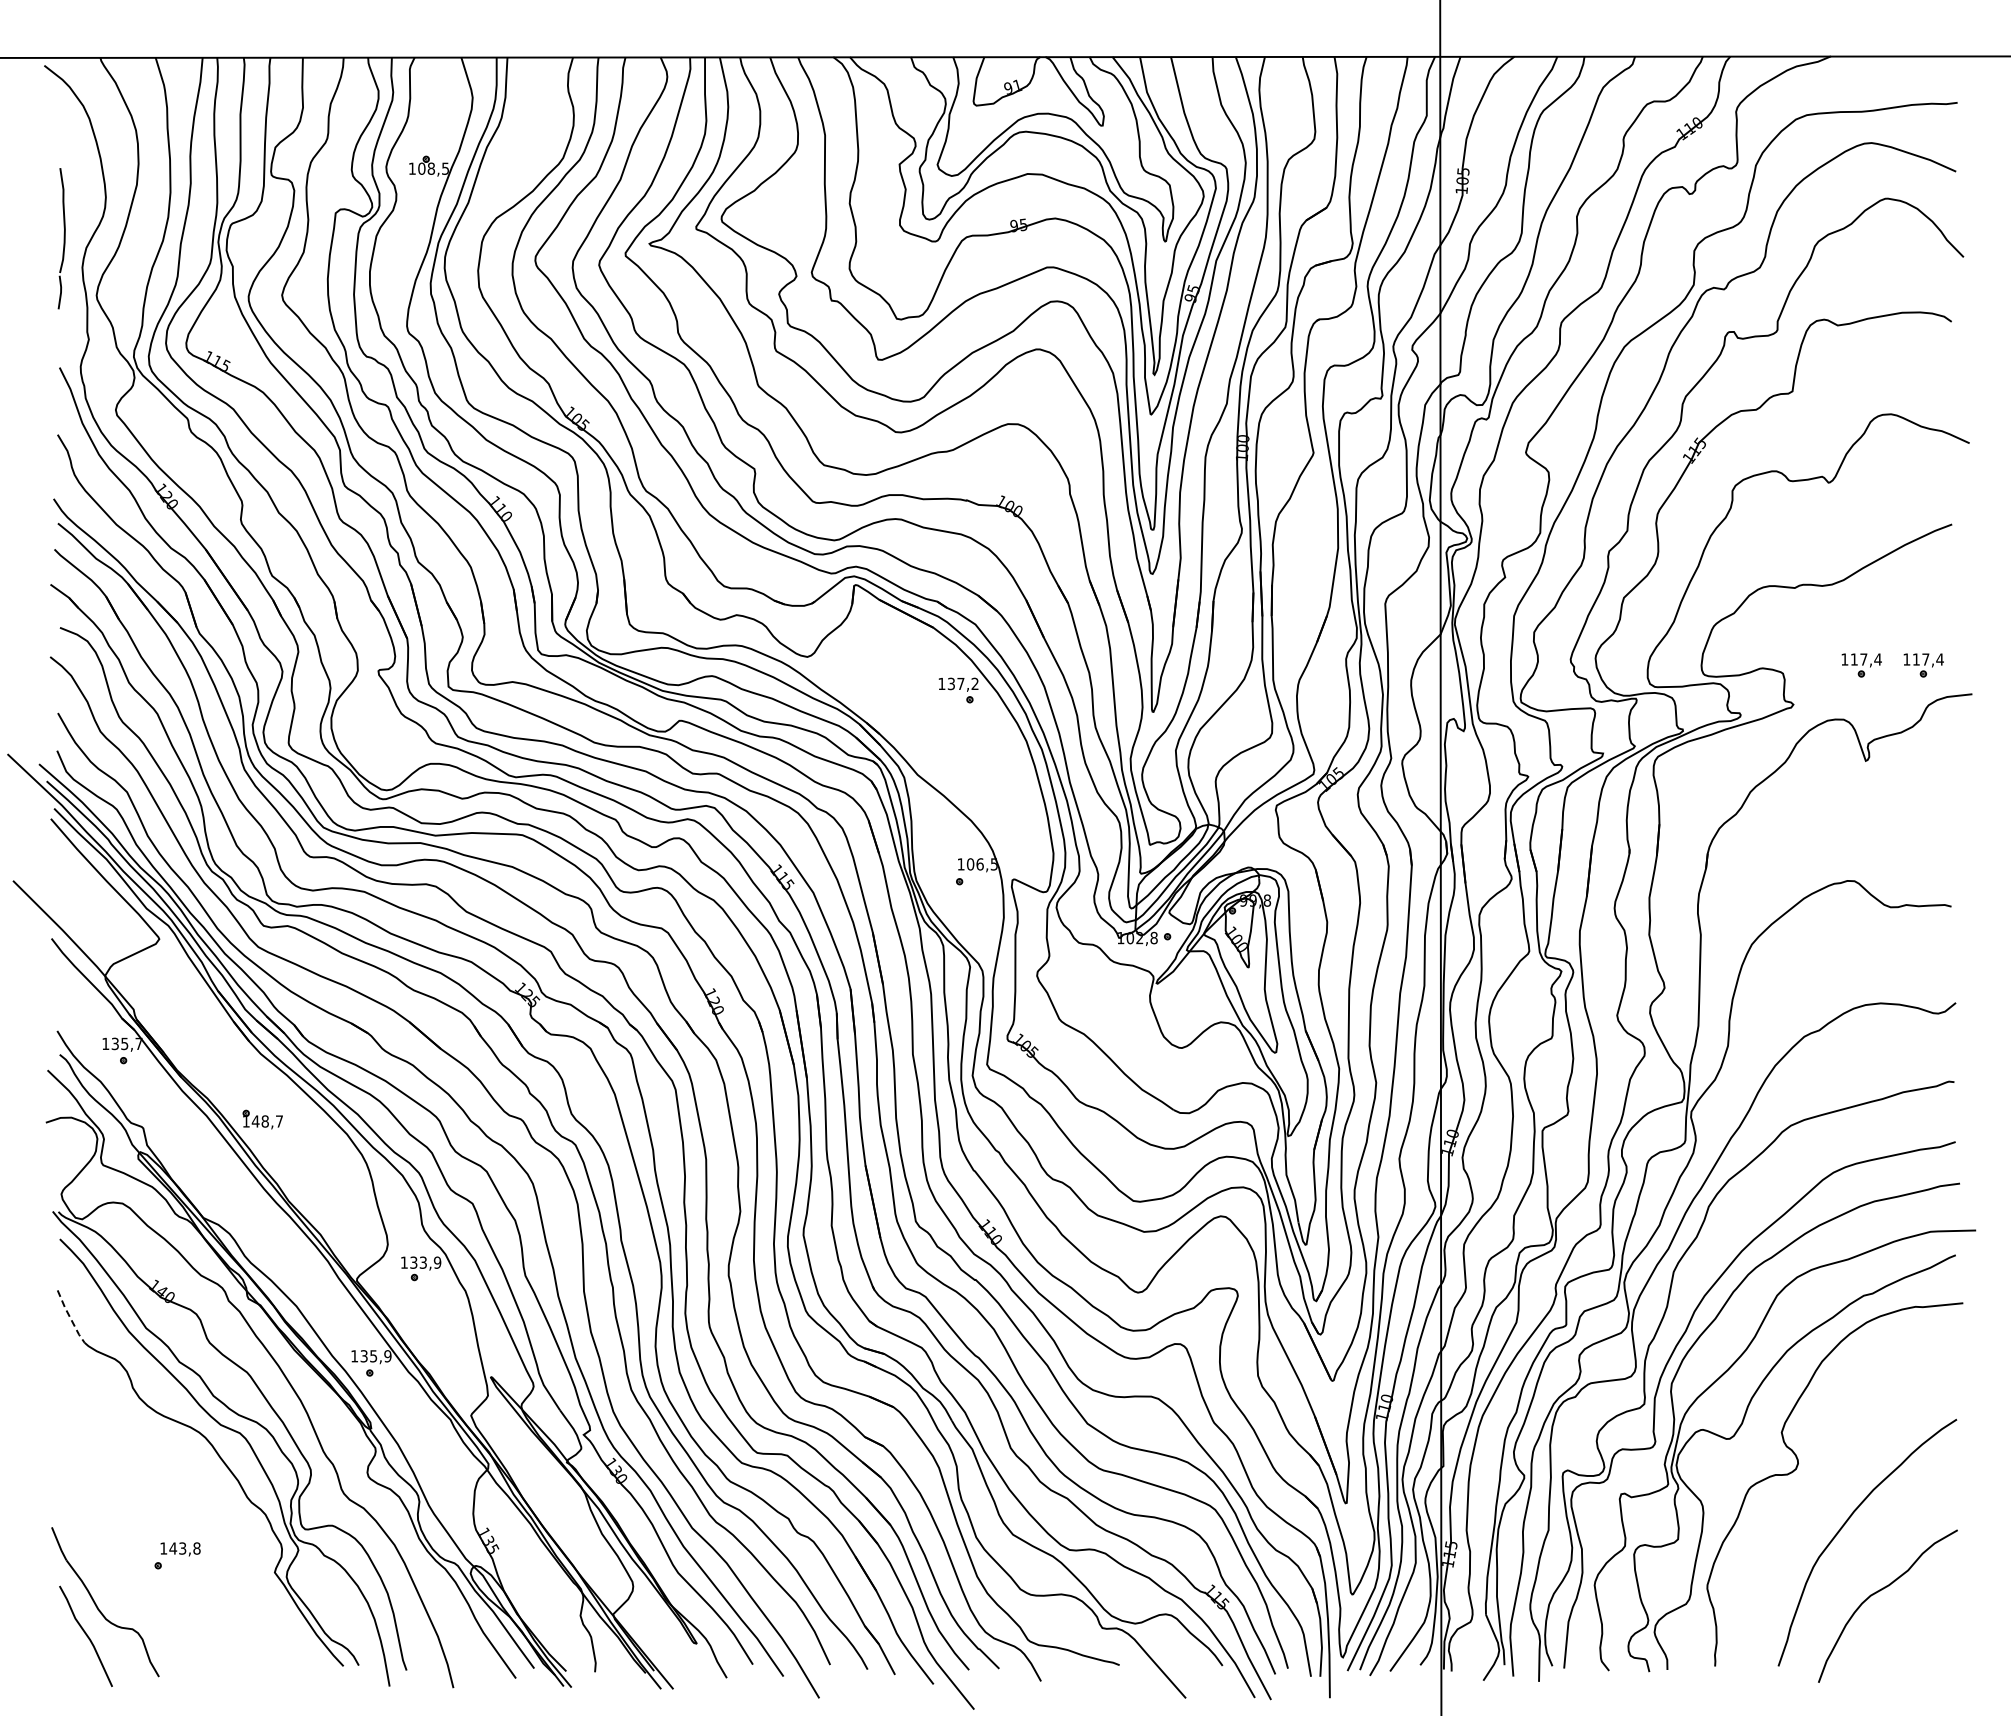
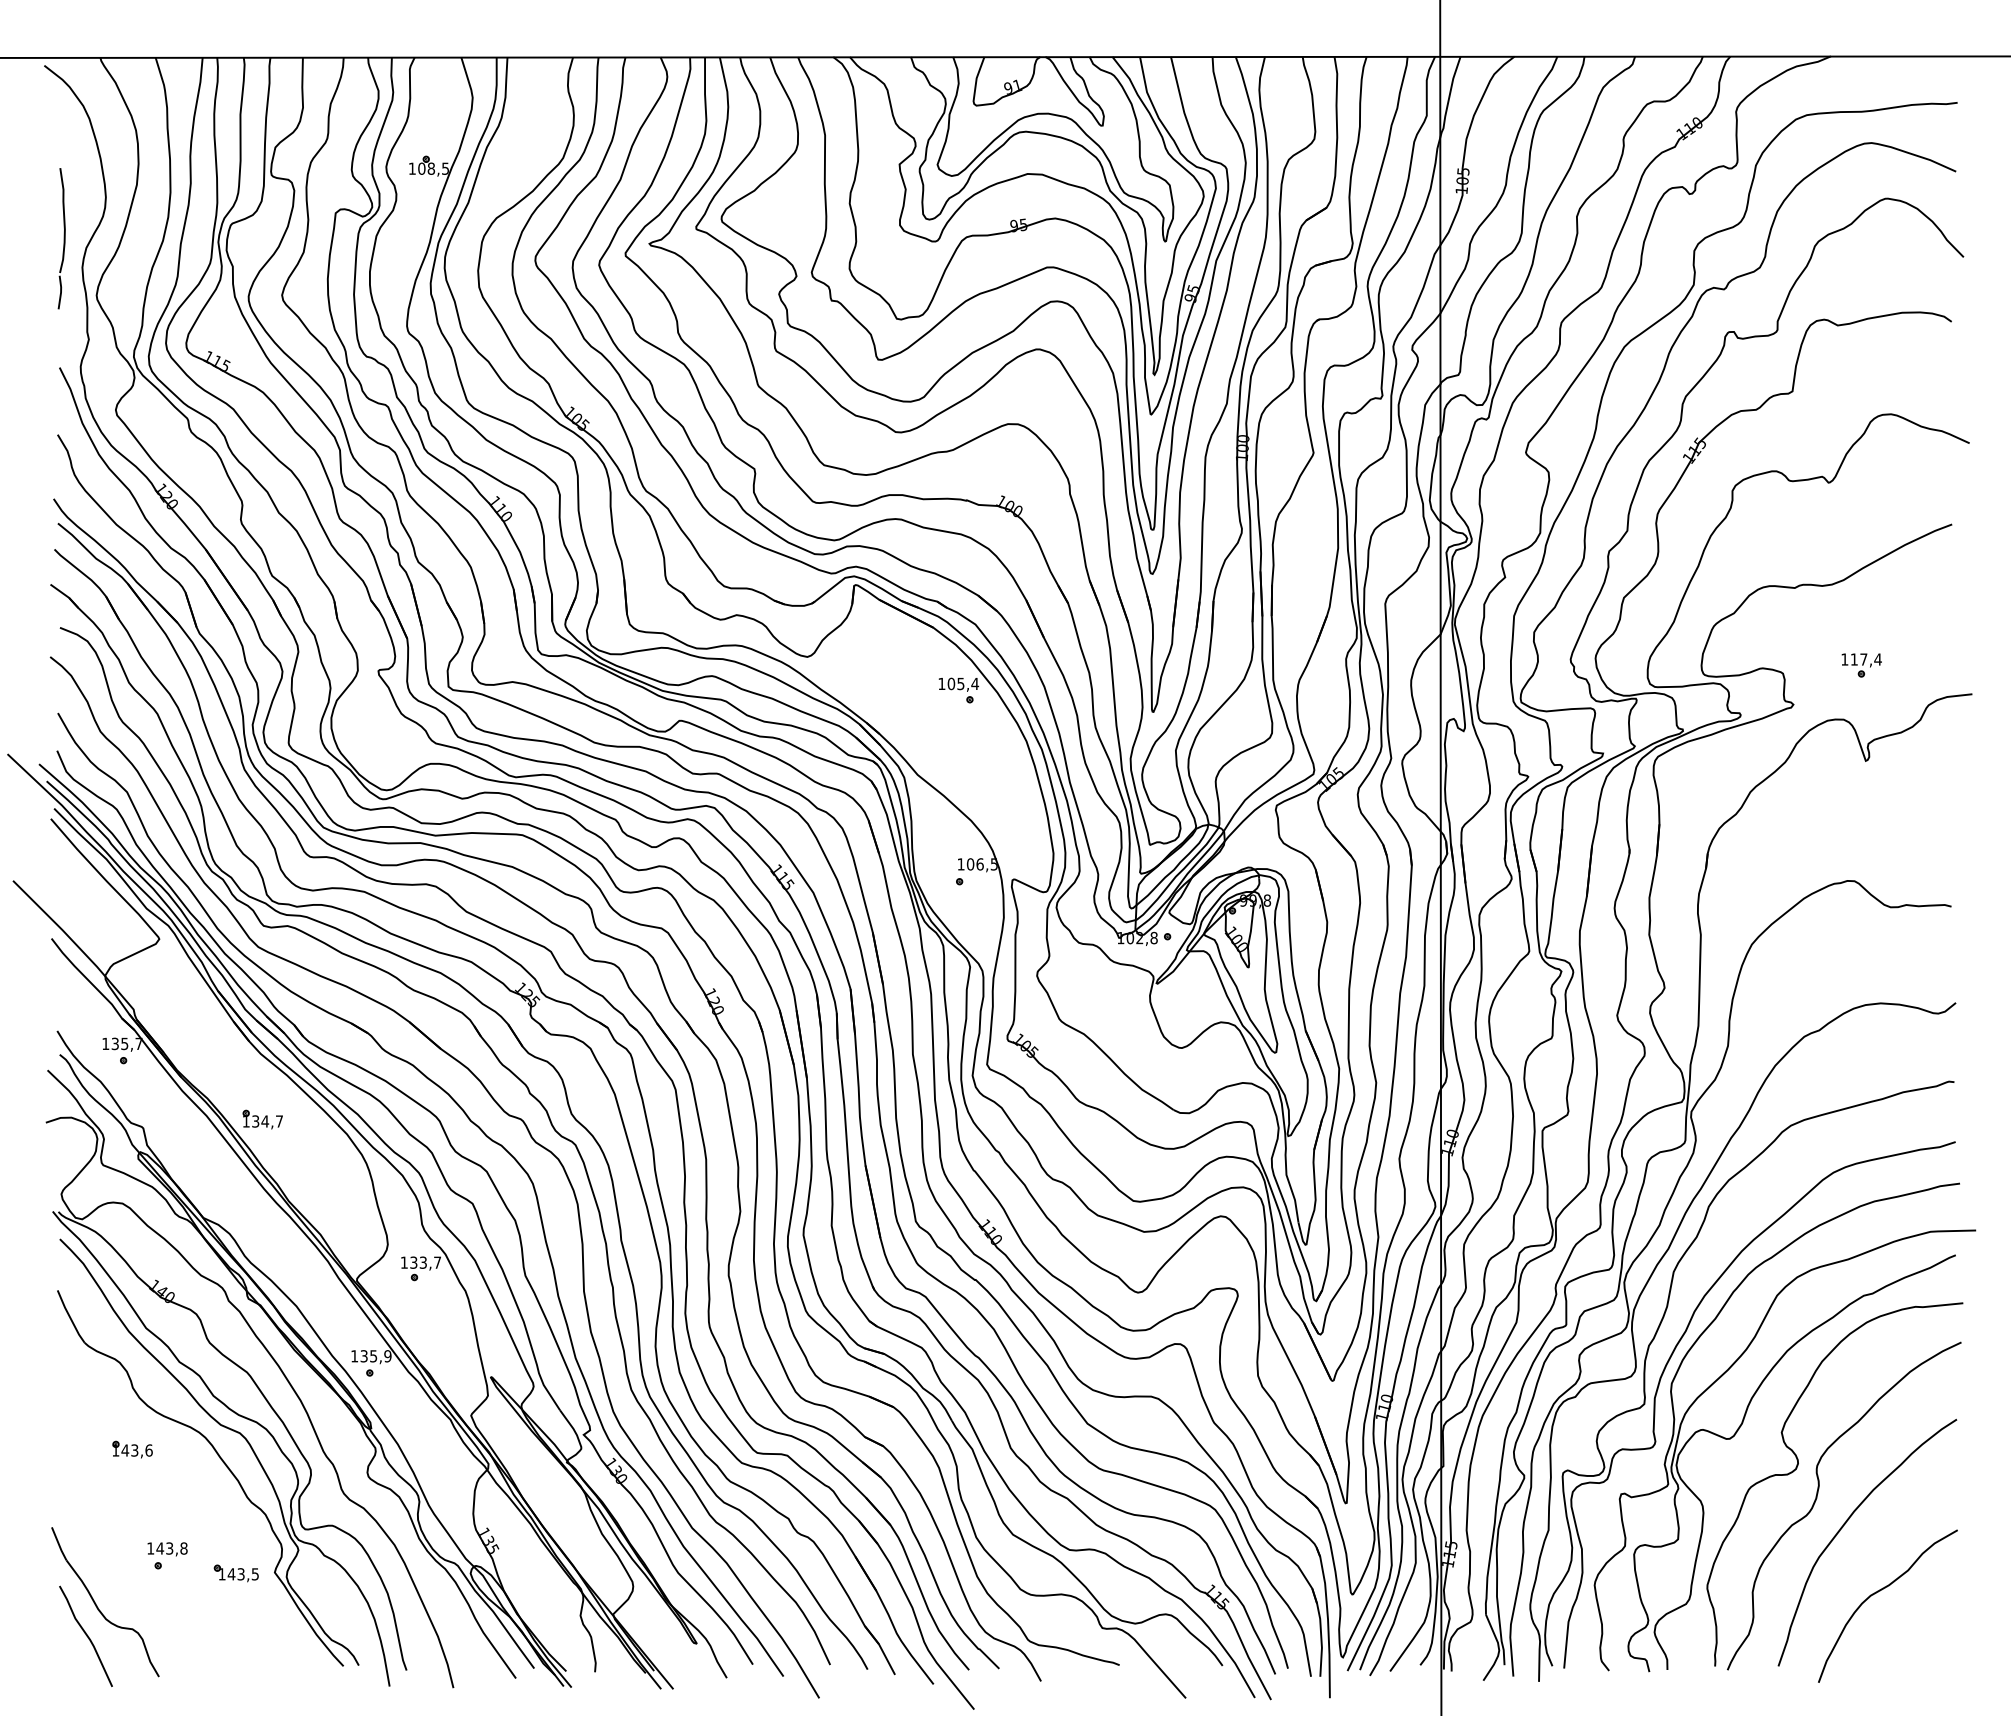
part at (1923, 665): present -> none
text at (963, 683): 137,2 -> 105,4
text at (260, 1121): 148,7 -> 134,7
text at (437, 1262): 133,9 -> 133,7
line at (70, 1317): dashed -> solid
part at (132, 1449): none -> present
curve at (1817, 1498): none -> present
text at (180, 1549) position: (180, 1549) -> (167, 1549)
part at (235, 1573): none -> present
